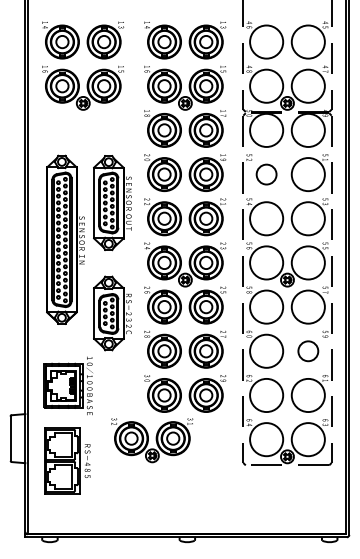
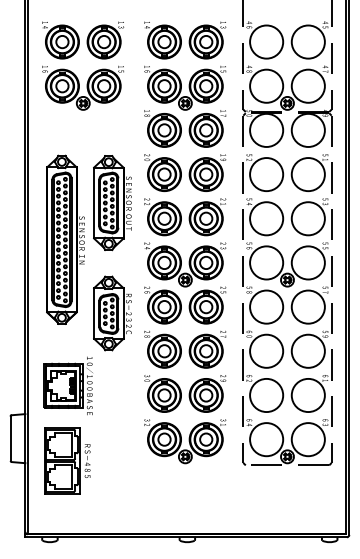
circle at (266, 174) diameter: 20 px -> 33 px
circle at (308, 351) diameter: 20 px -> 33 px
part at (152, 440) position: (152, 440) -> (185, 441)
